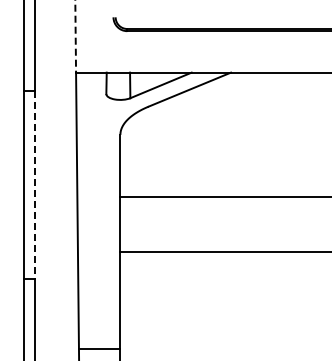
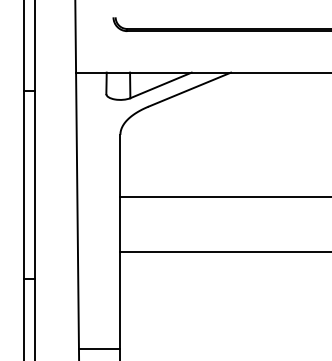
line at (75, 36): dashed -> solid
line at (34, 185): dashed -> solid
